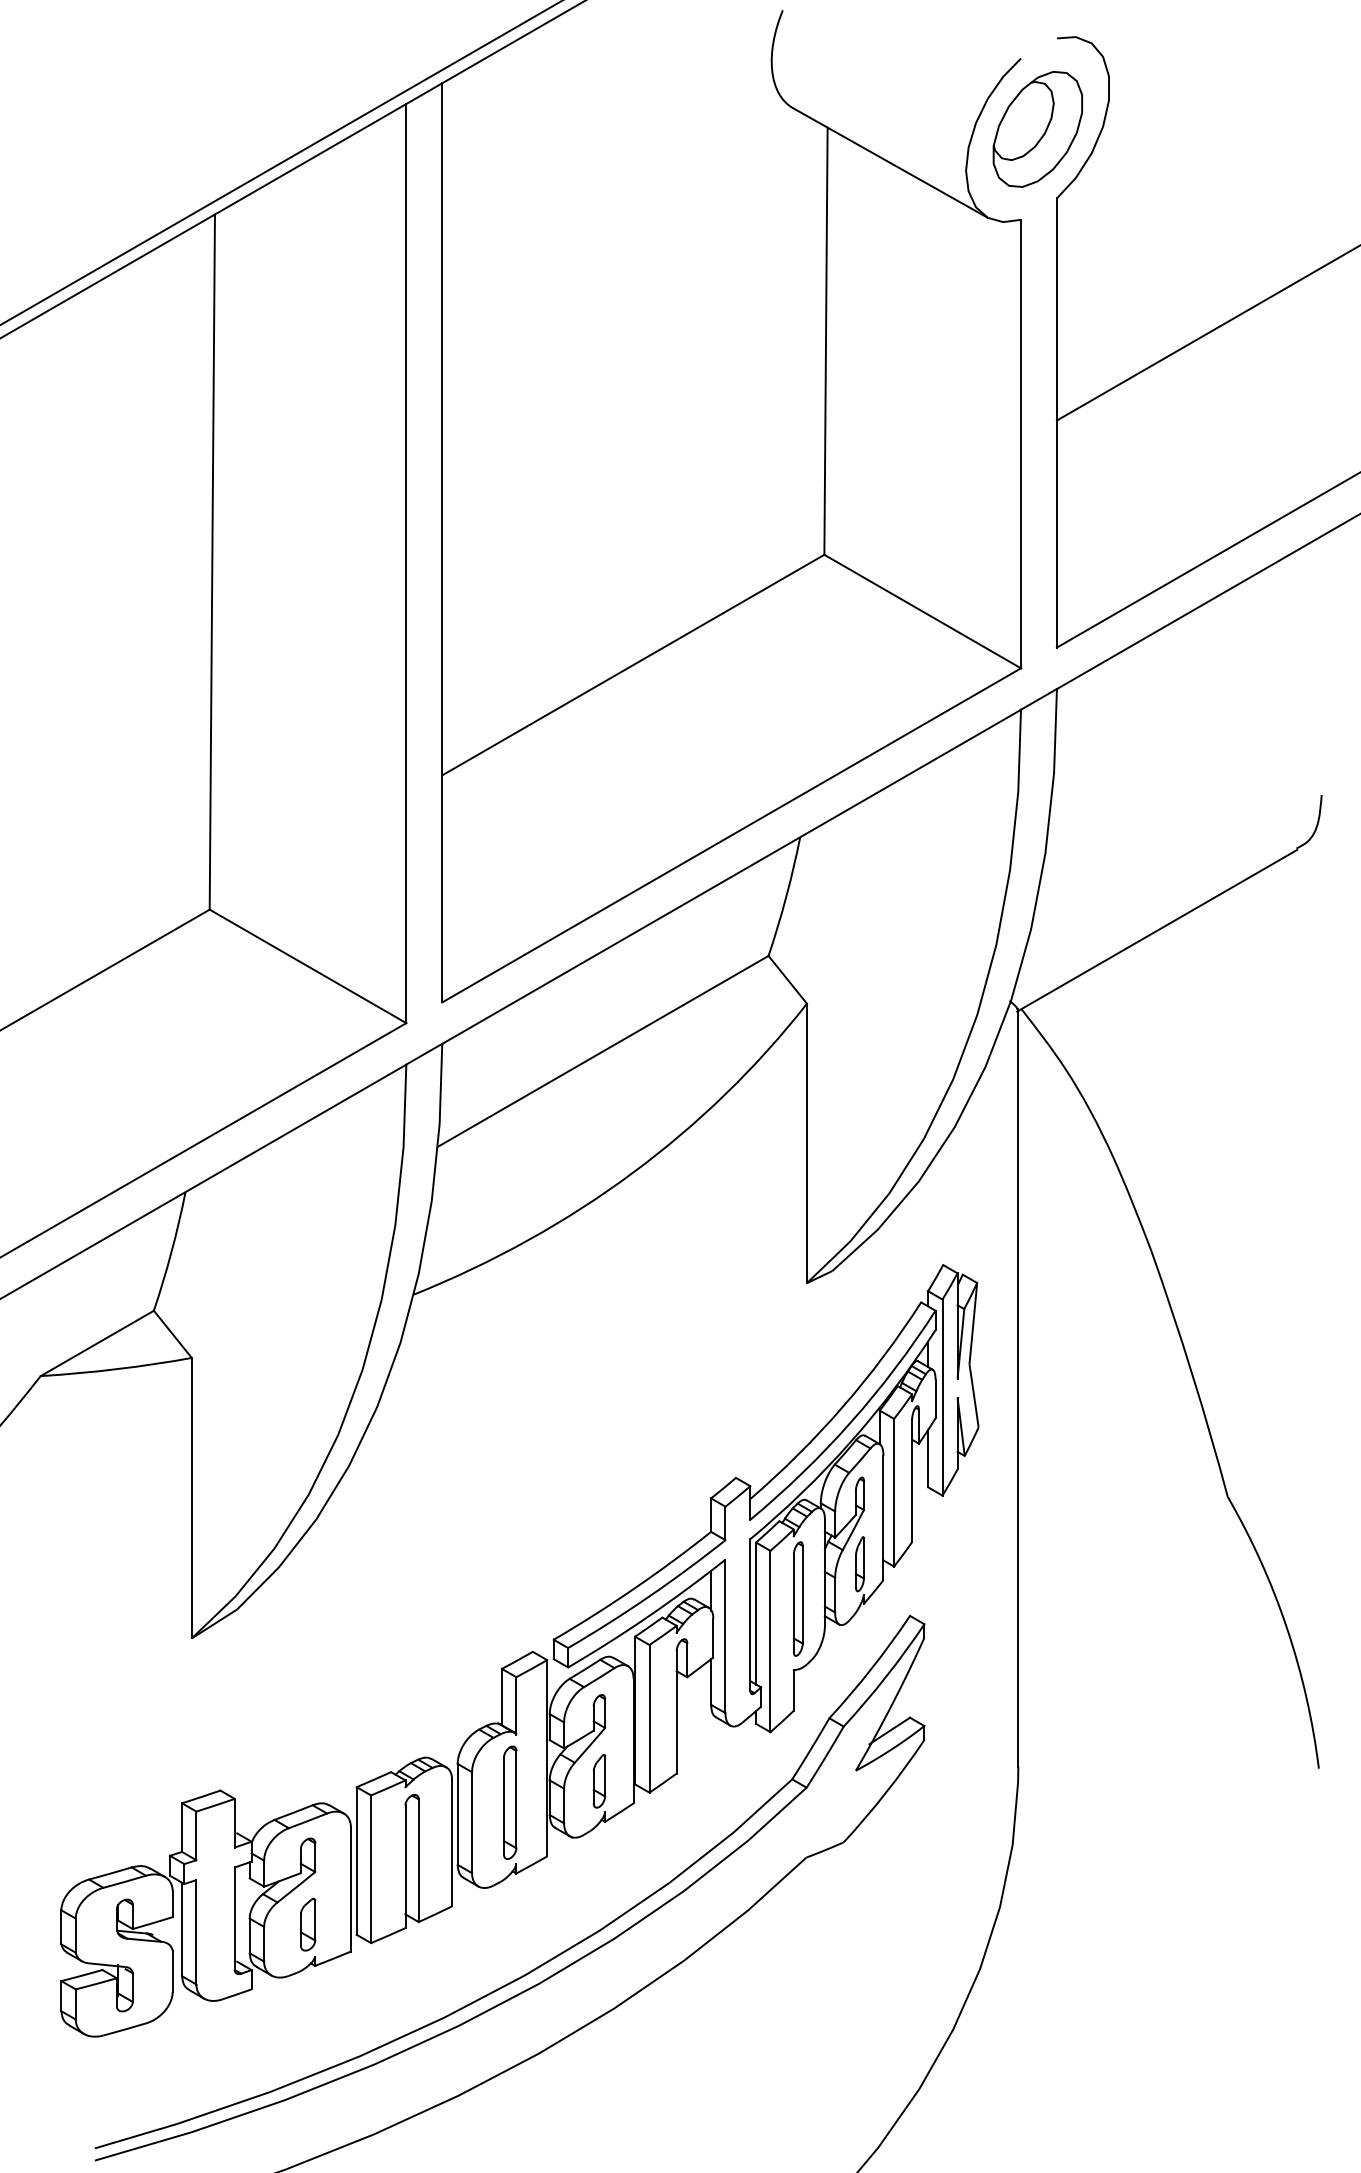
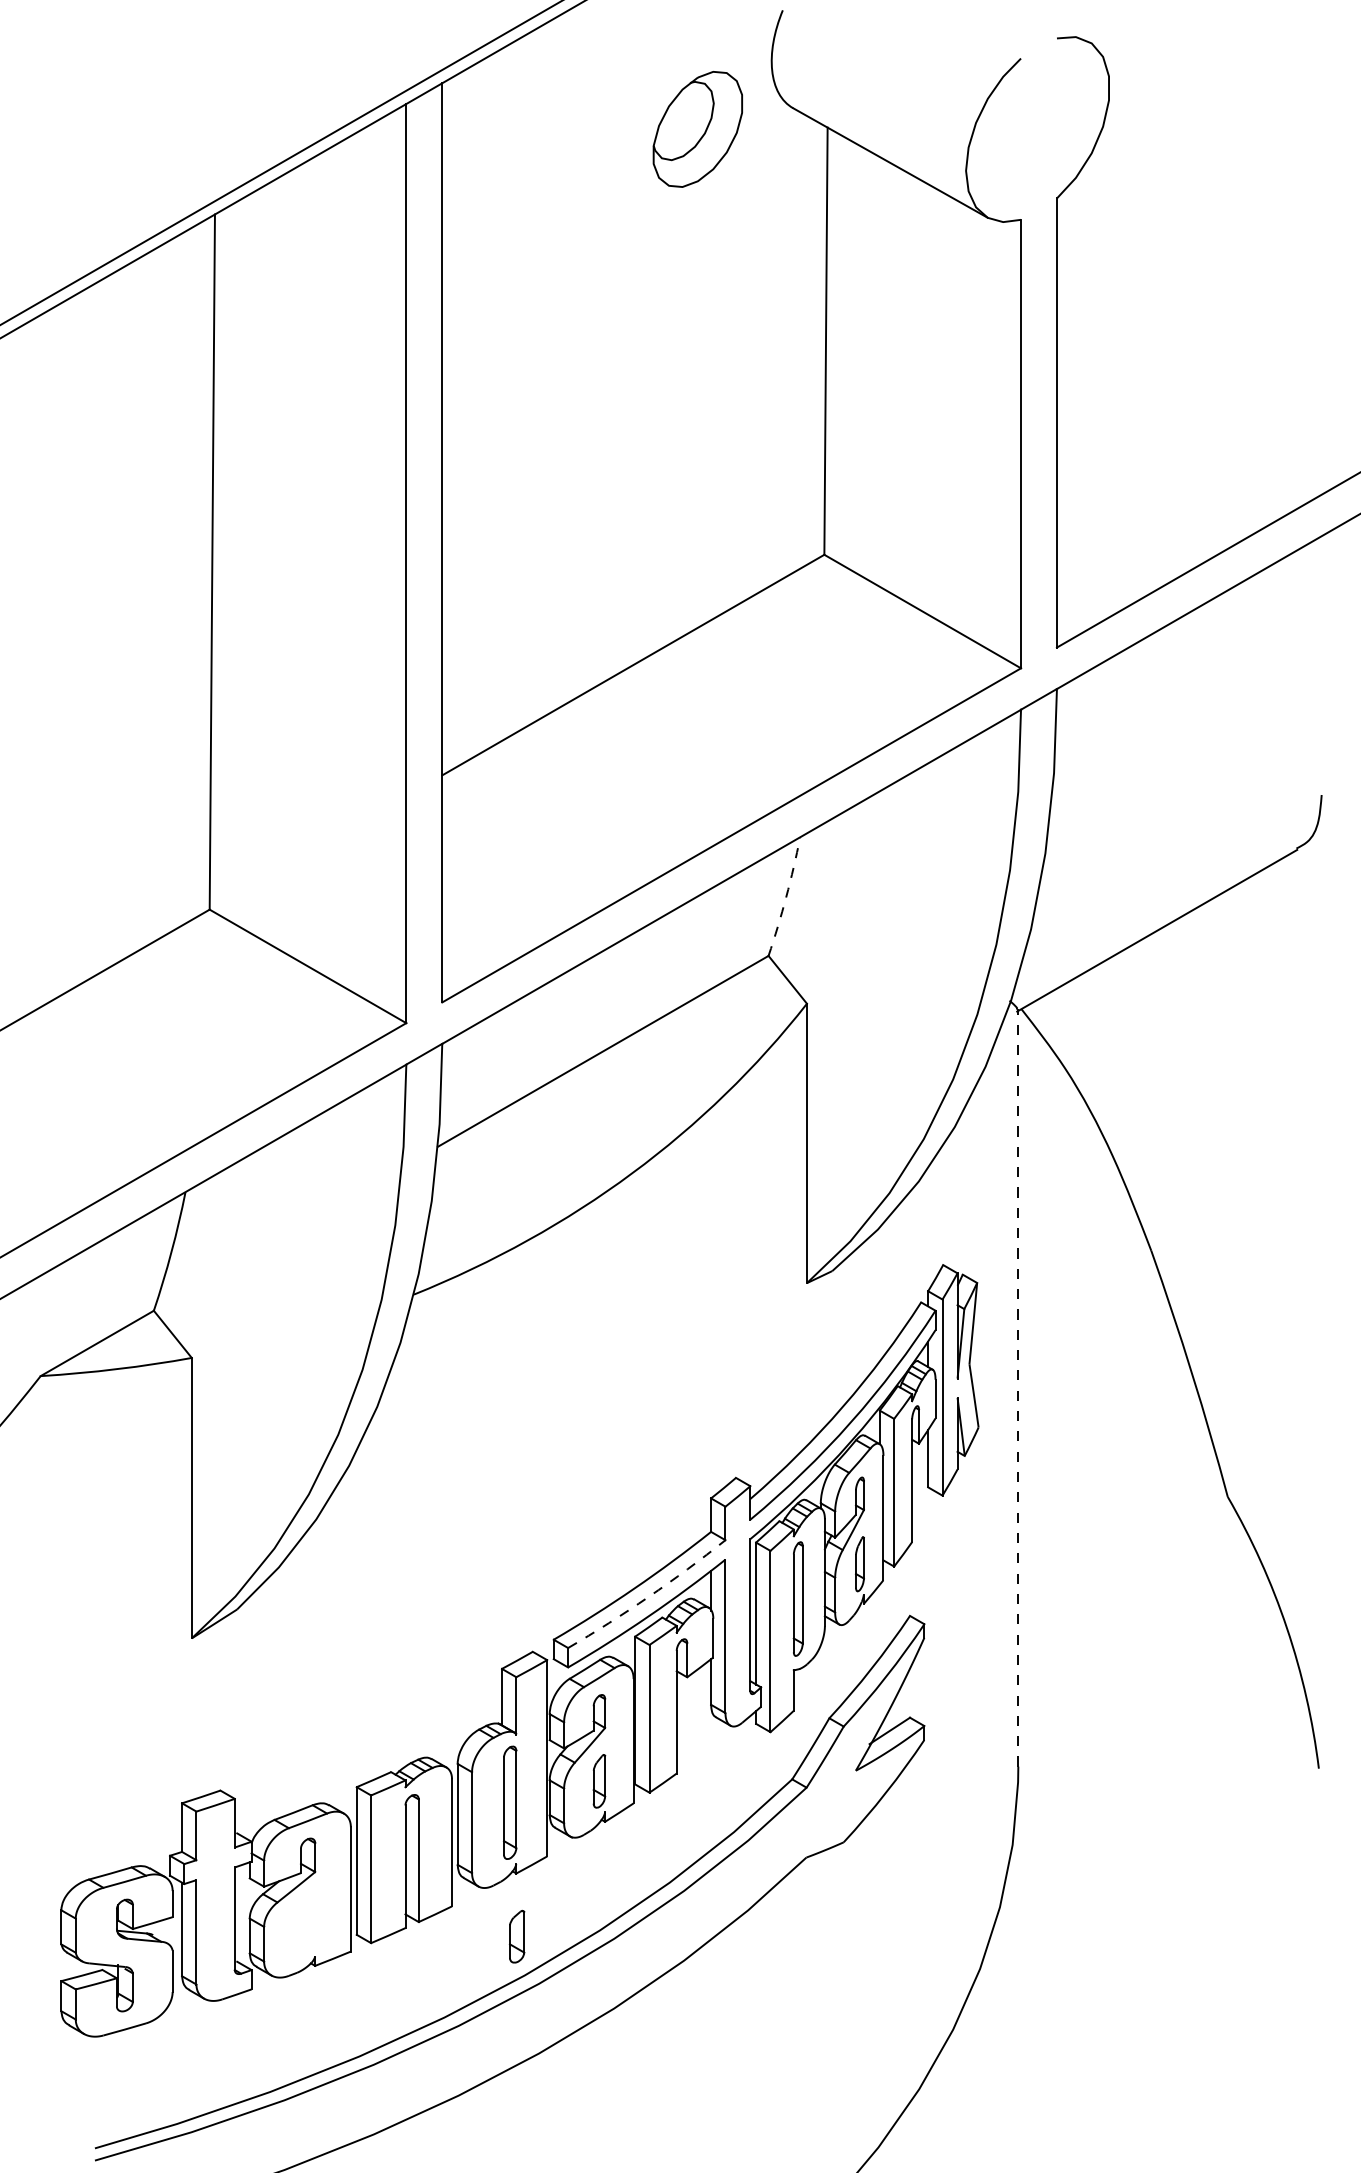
part at (1037, 129) position: (1037, 129) -> (697, 129)
line at (1206, 333): present -> none
arc at (786, 897): solid -> dashed
line at (1018, 1387): solid -> dashed
arc at (648, 1596): solid -> dashed
part at (307, 1924) position: (307, 1924) -> (516, 1936)
